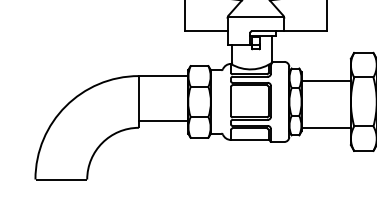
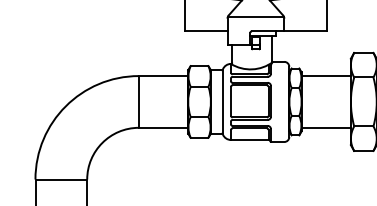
line at (325, 81) position: (325, 81) -> (325, 76)
line at (222, 101): none -> present
line at (163, 120) position: (163, 120) -> (163, 127)
line at (35, 190): none -> present
line at (87, 190): none -> present
